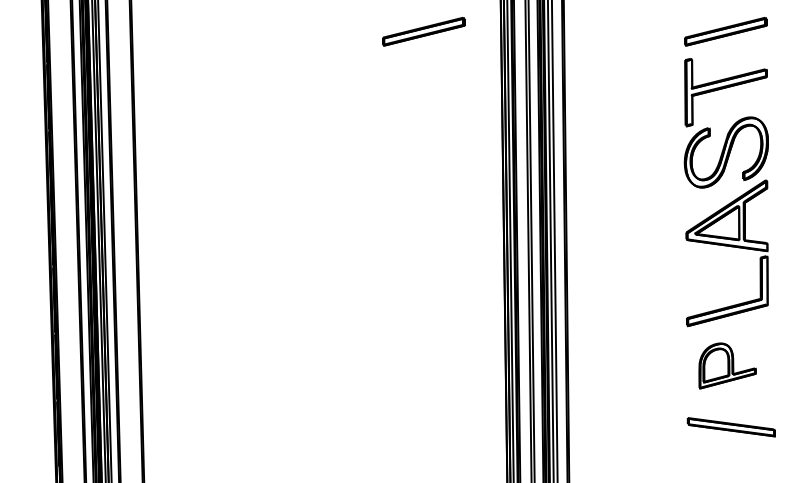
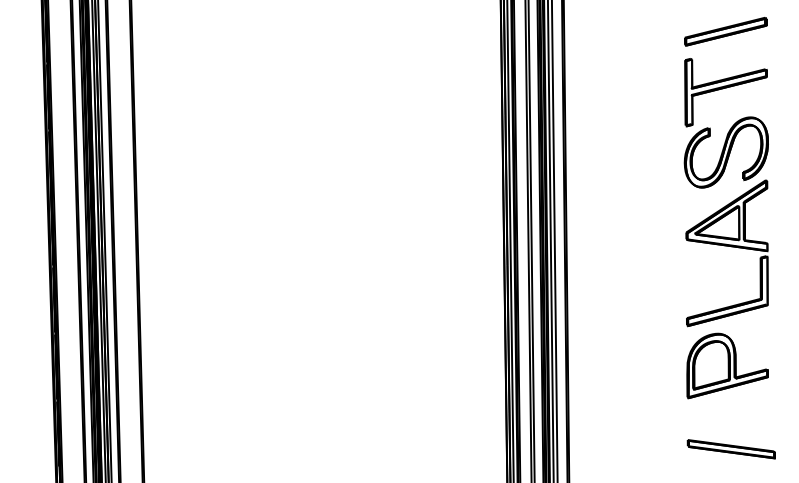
part at (423, 31): present -> none
part at (727, 365) size: 59x48 px -> 83x68 px
part at (730, 427) position: (730, 427) -> (730, 449)
